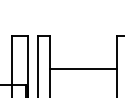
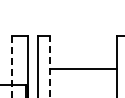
line at (11, 66): solid -> dashed
line at (49, 66): solid -> dashed
